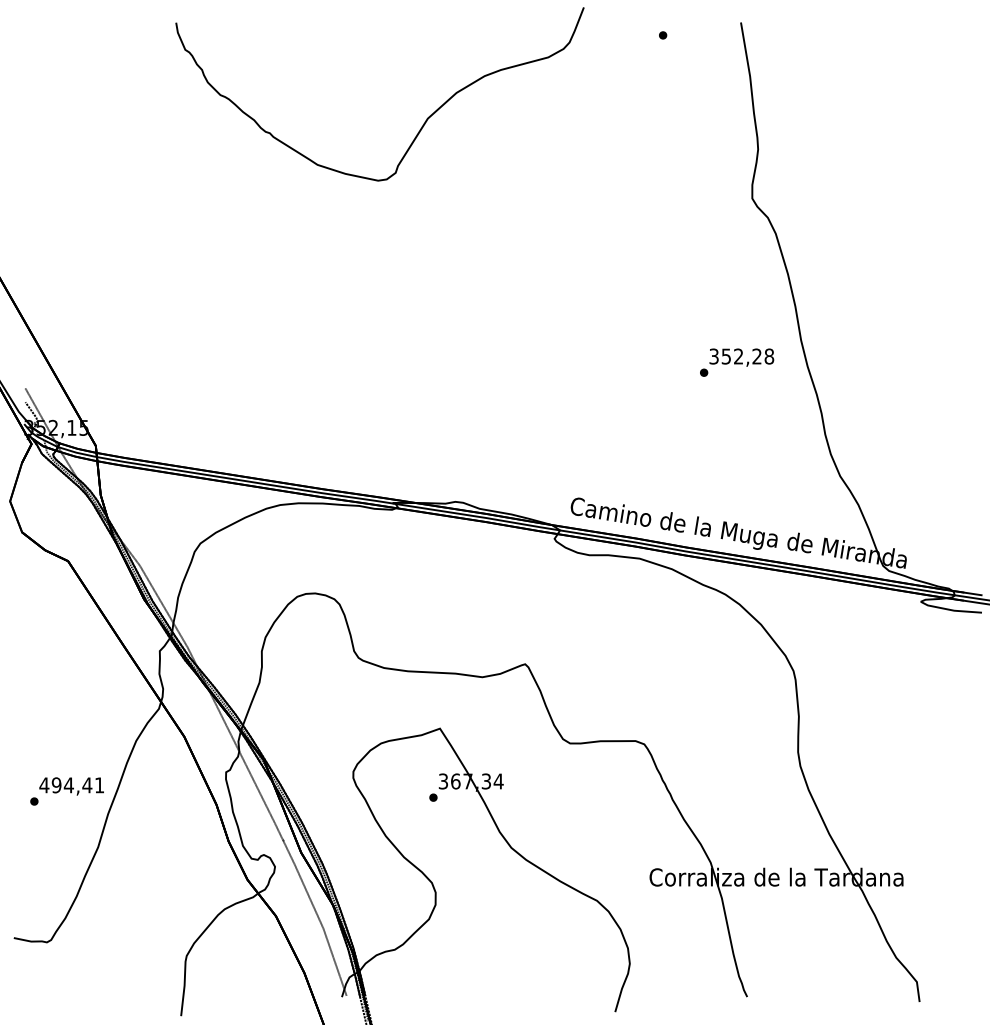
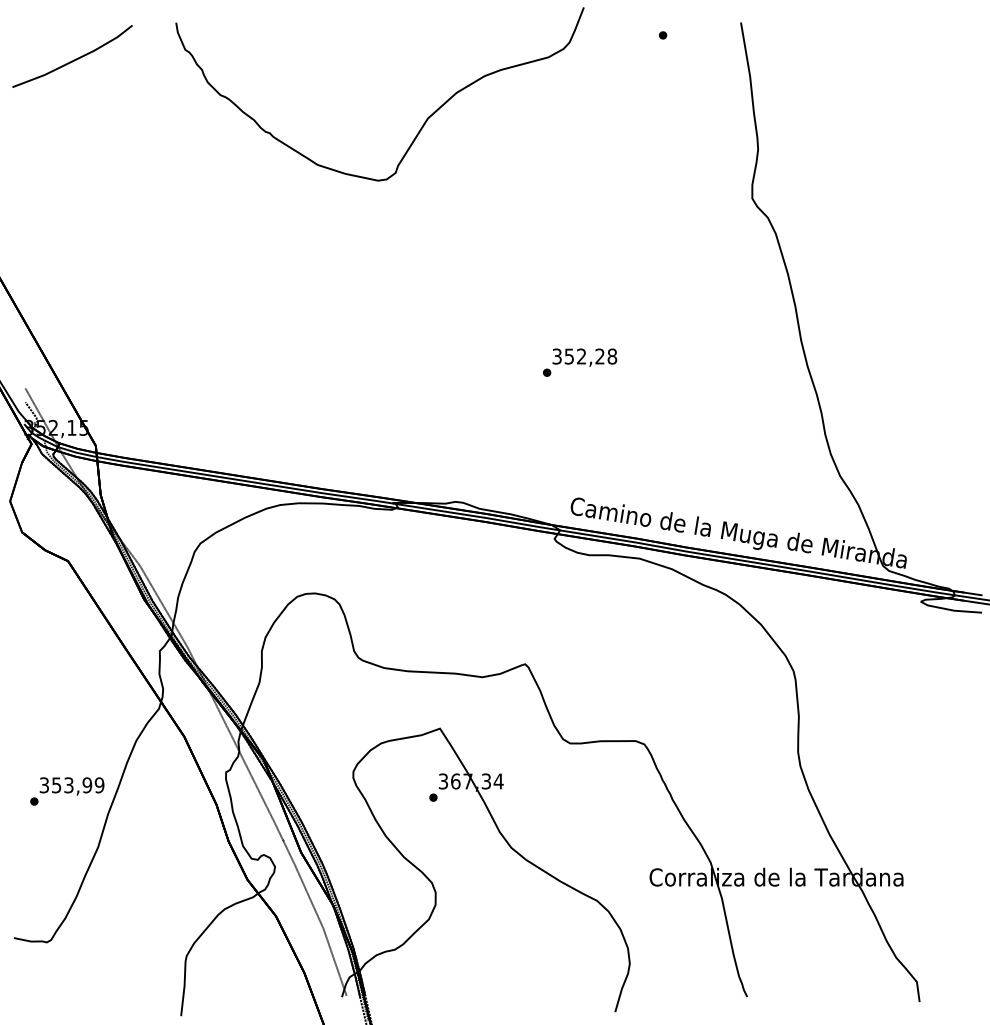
line at (73, 59): none -> present
text at (737, 362) position: (737, 362) -> (580, 362)
text at (71, 785): 494,41 -> 353,99
